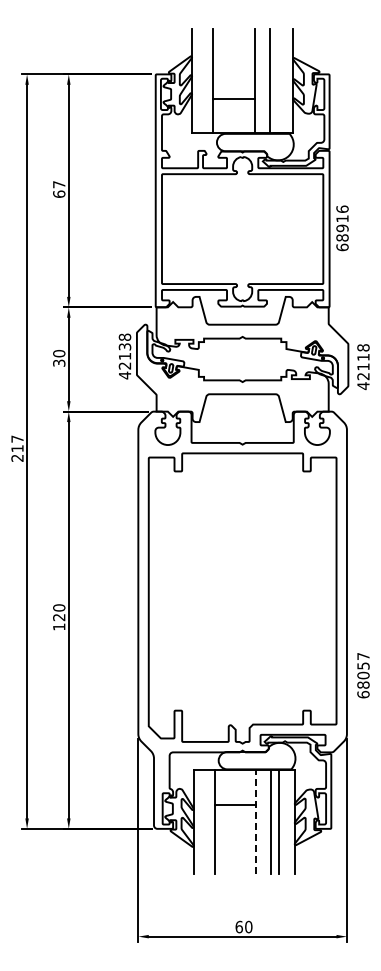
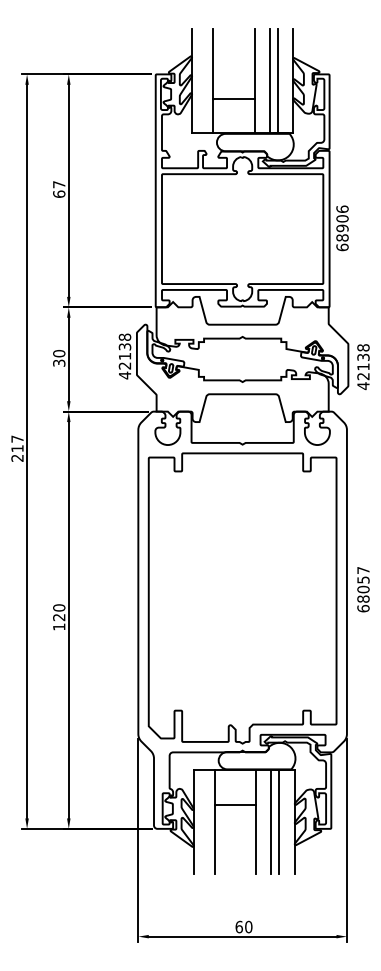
line at (277, 81): none -> present
text at (342, 218): 68916 -> 68906
text at (363, 356): 42118 -> 42138
text at (363, 675) position: (363, 675) -> (363, 589)
line at (256, 821): dashed -> solid
